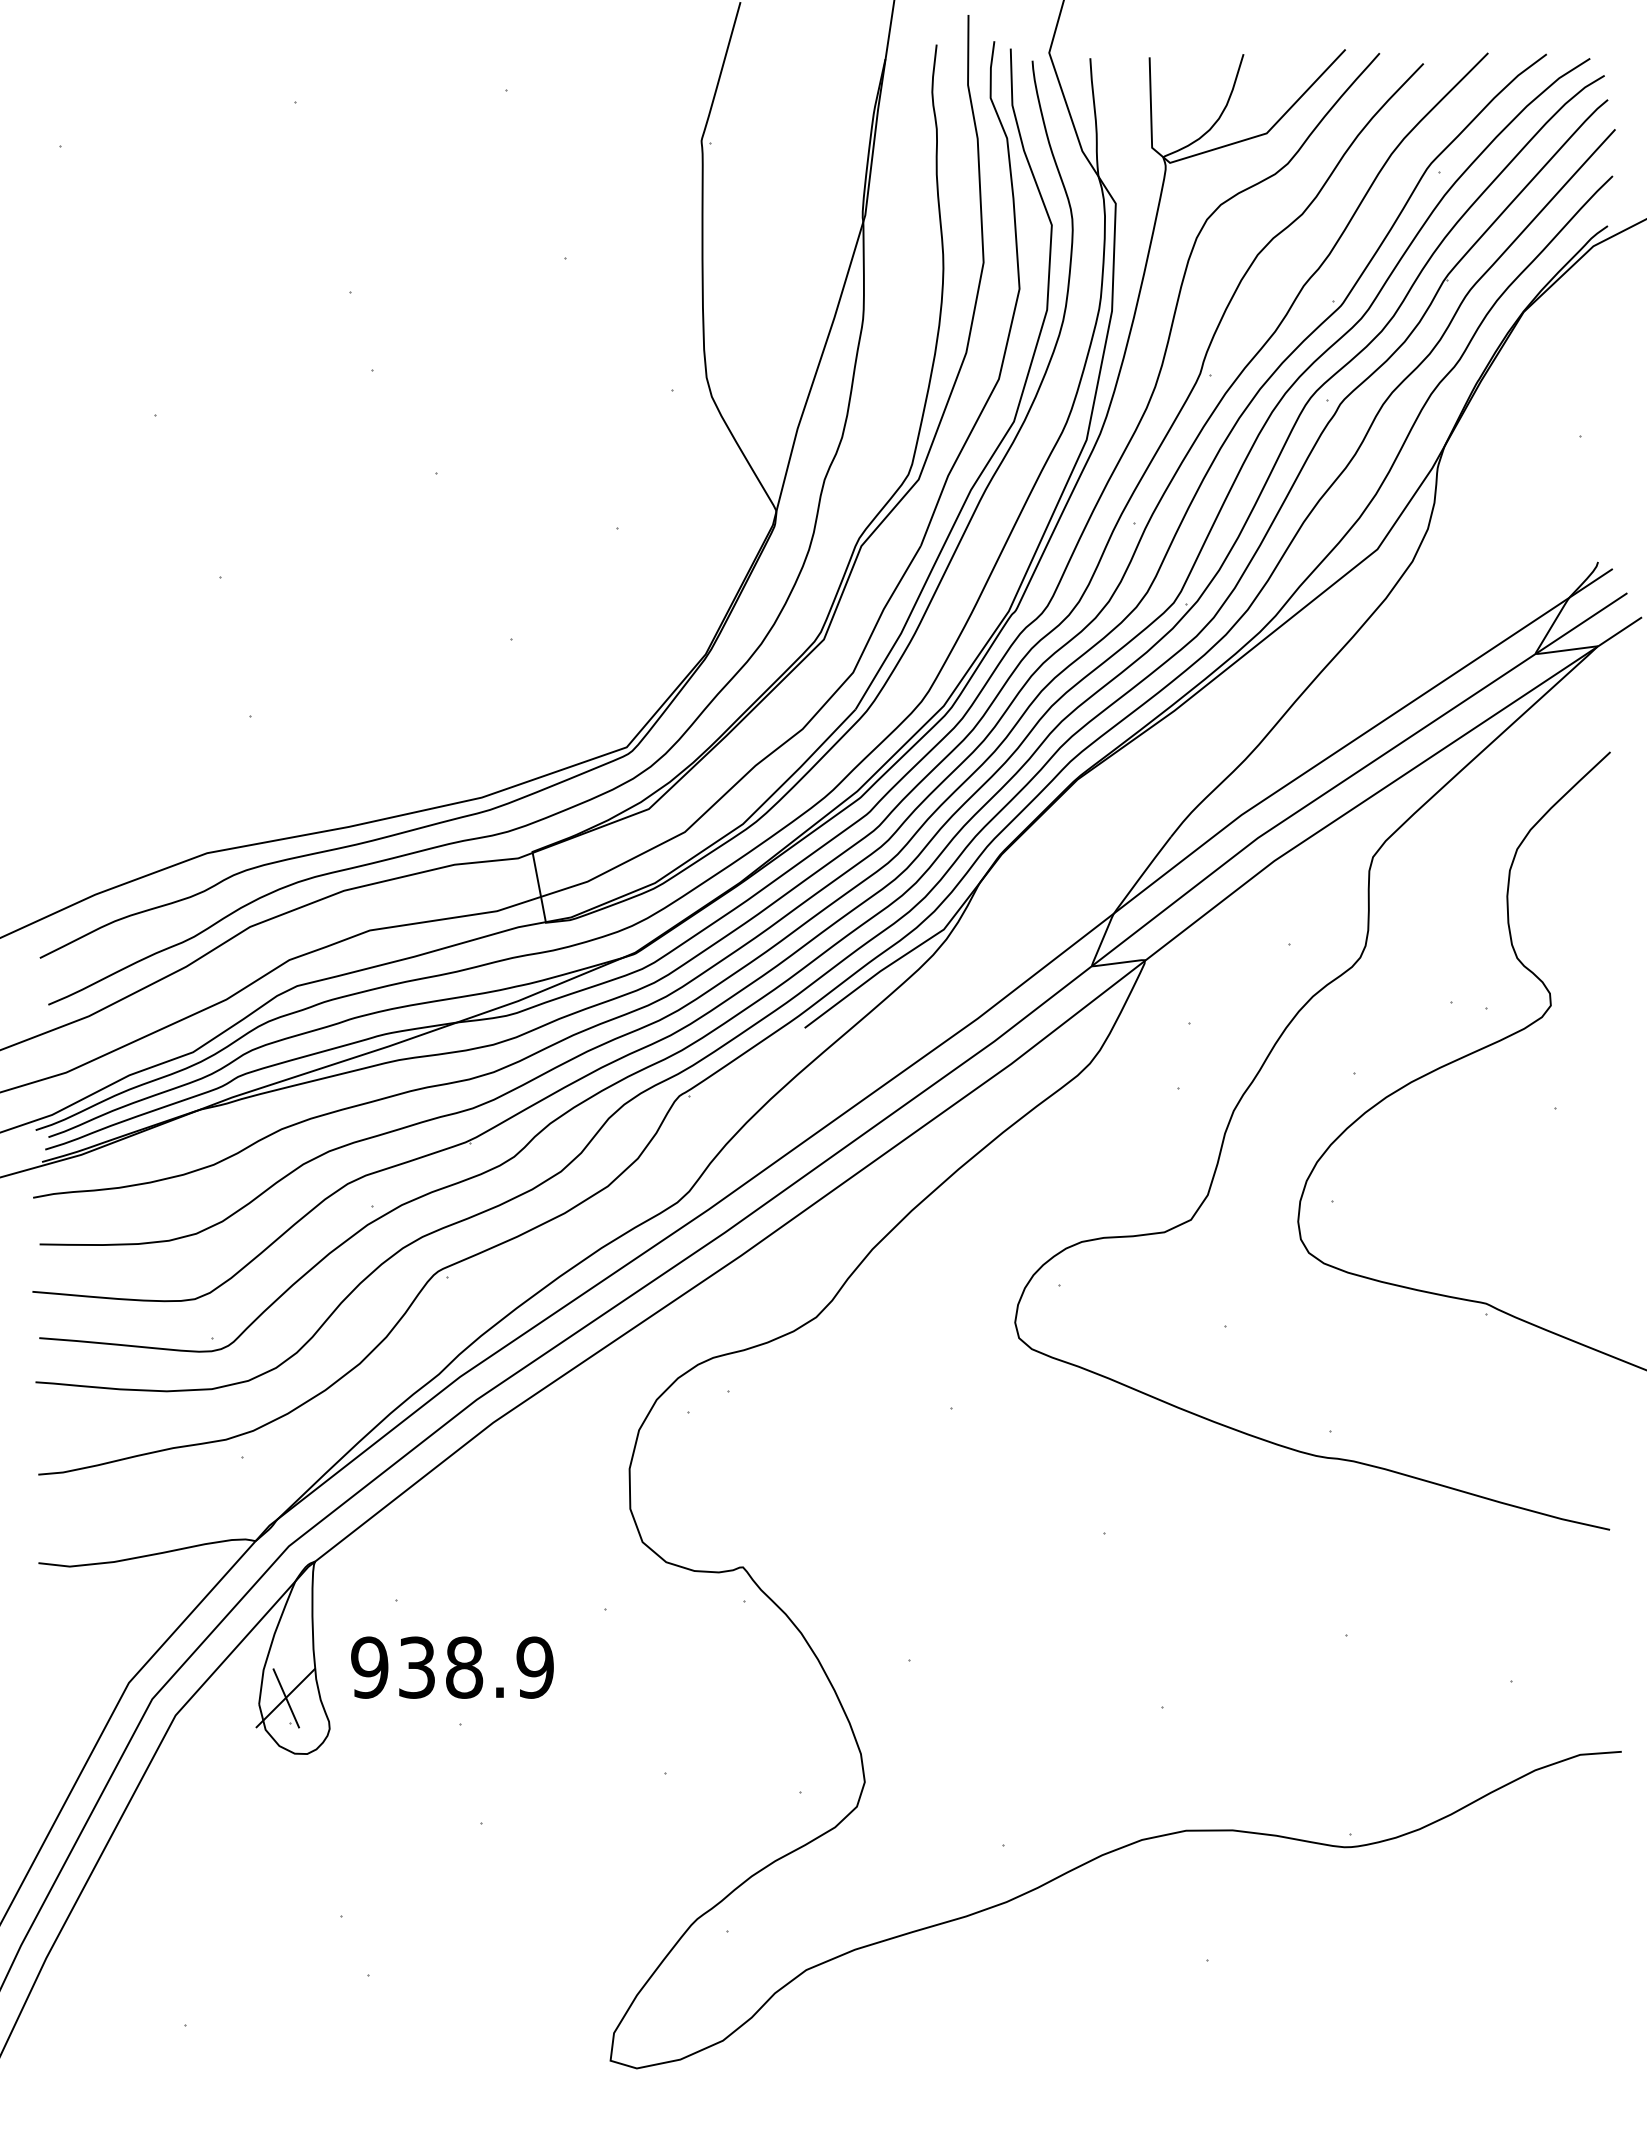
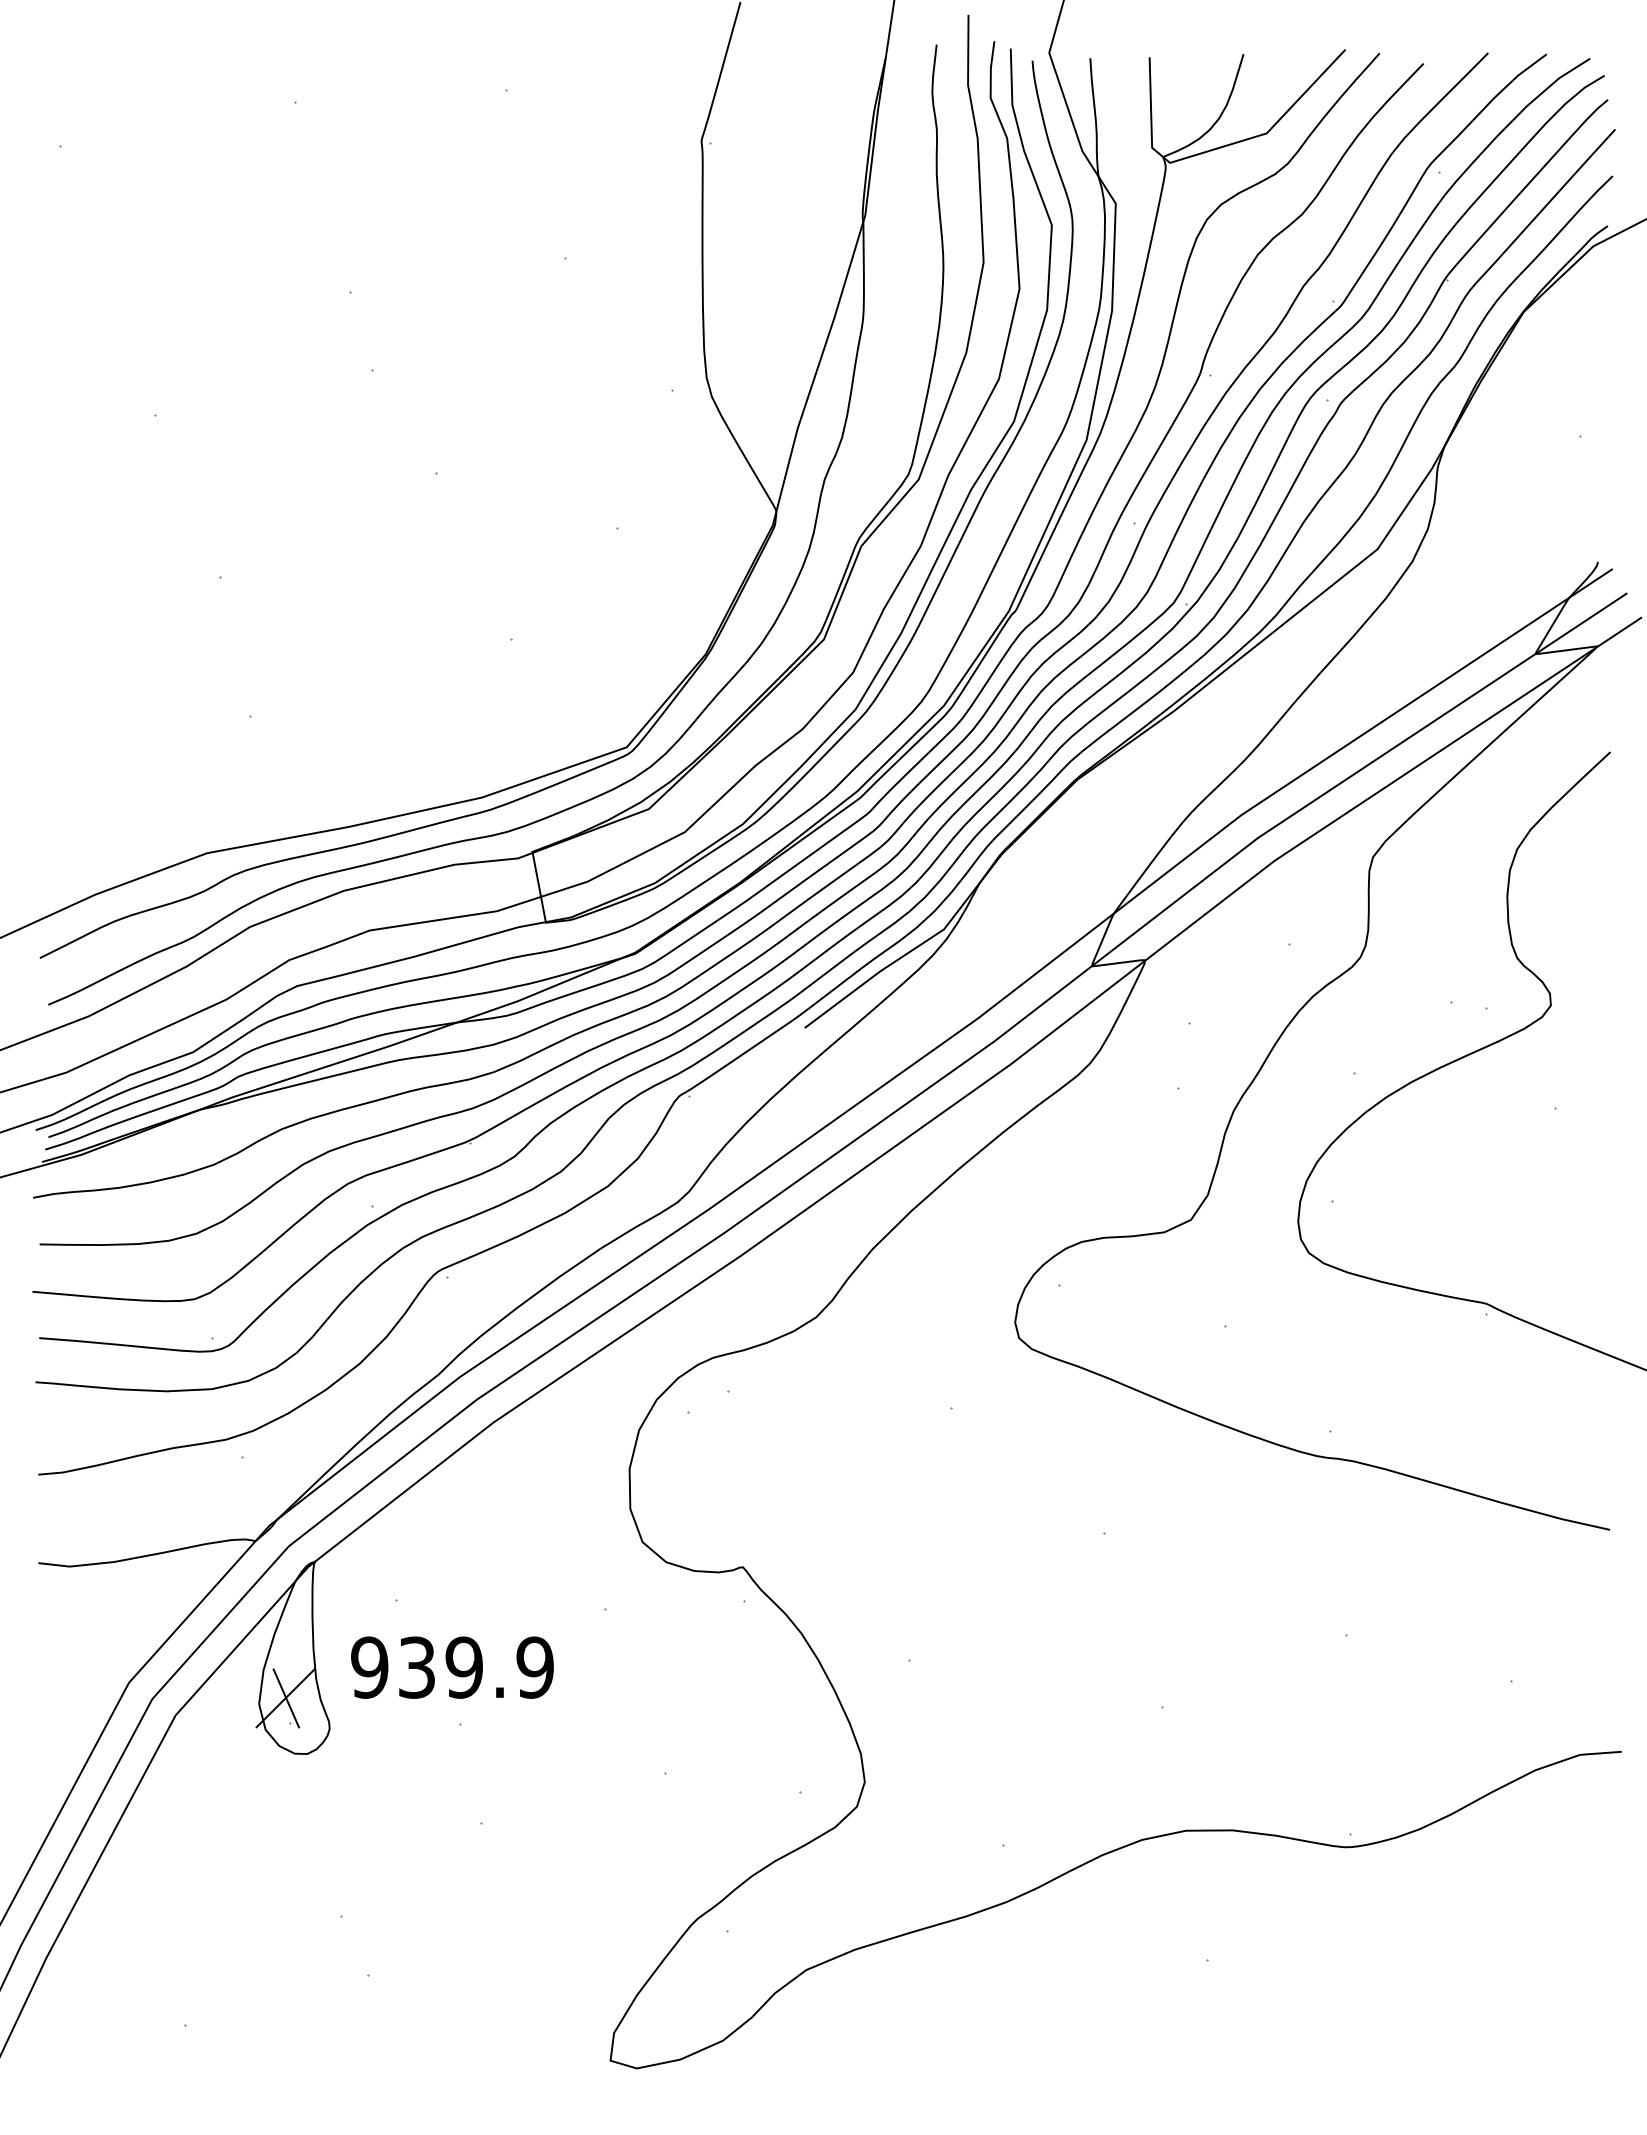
text at (464, 1667): 938.9 -> 939.9
